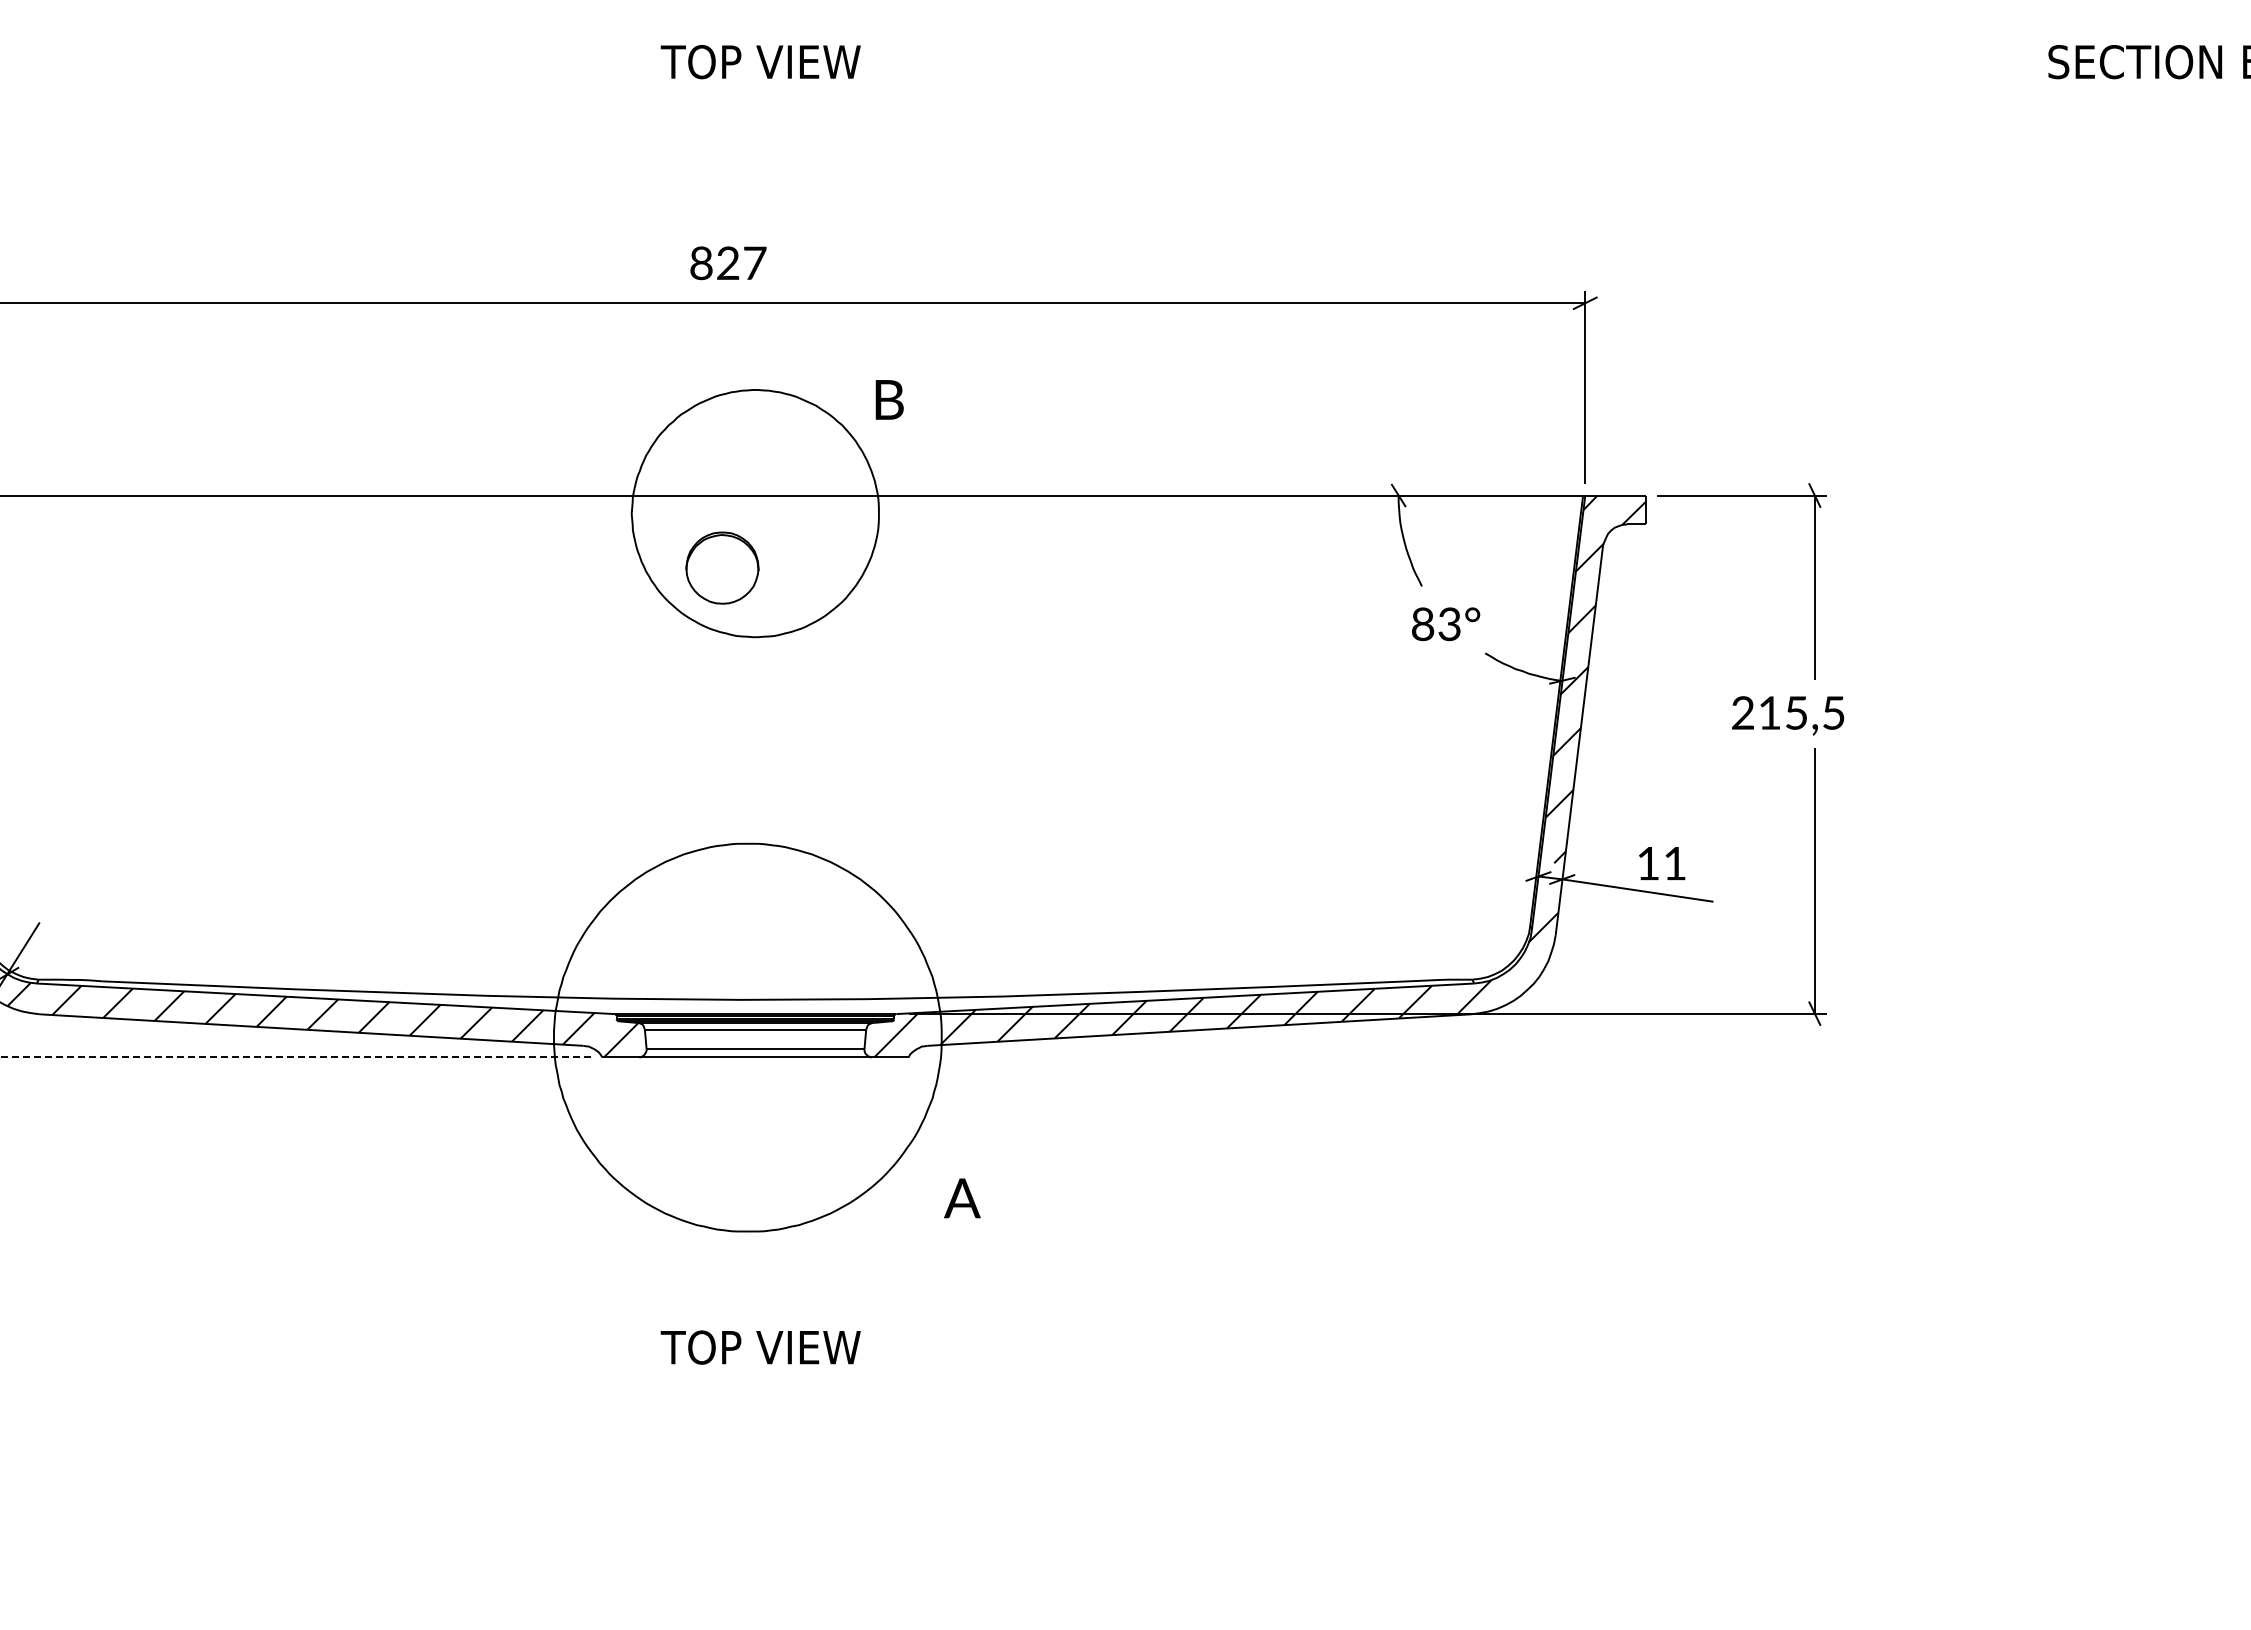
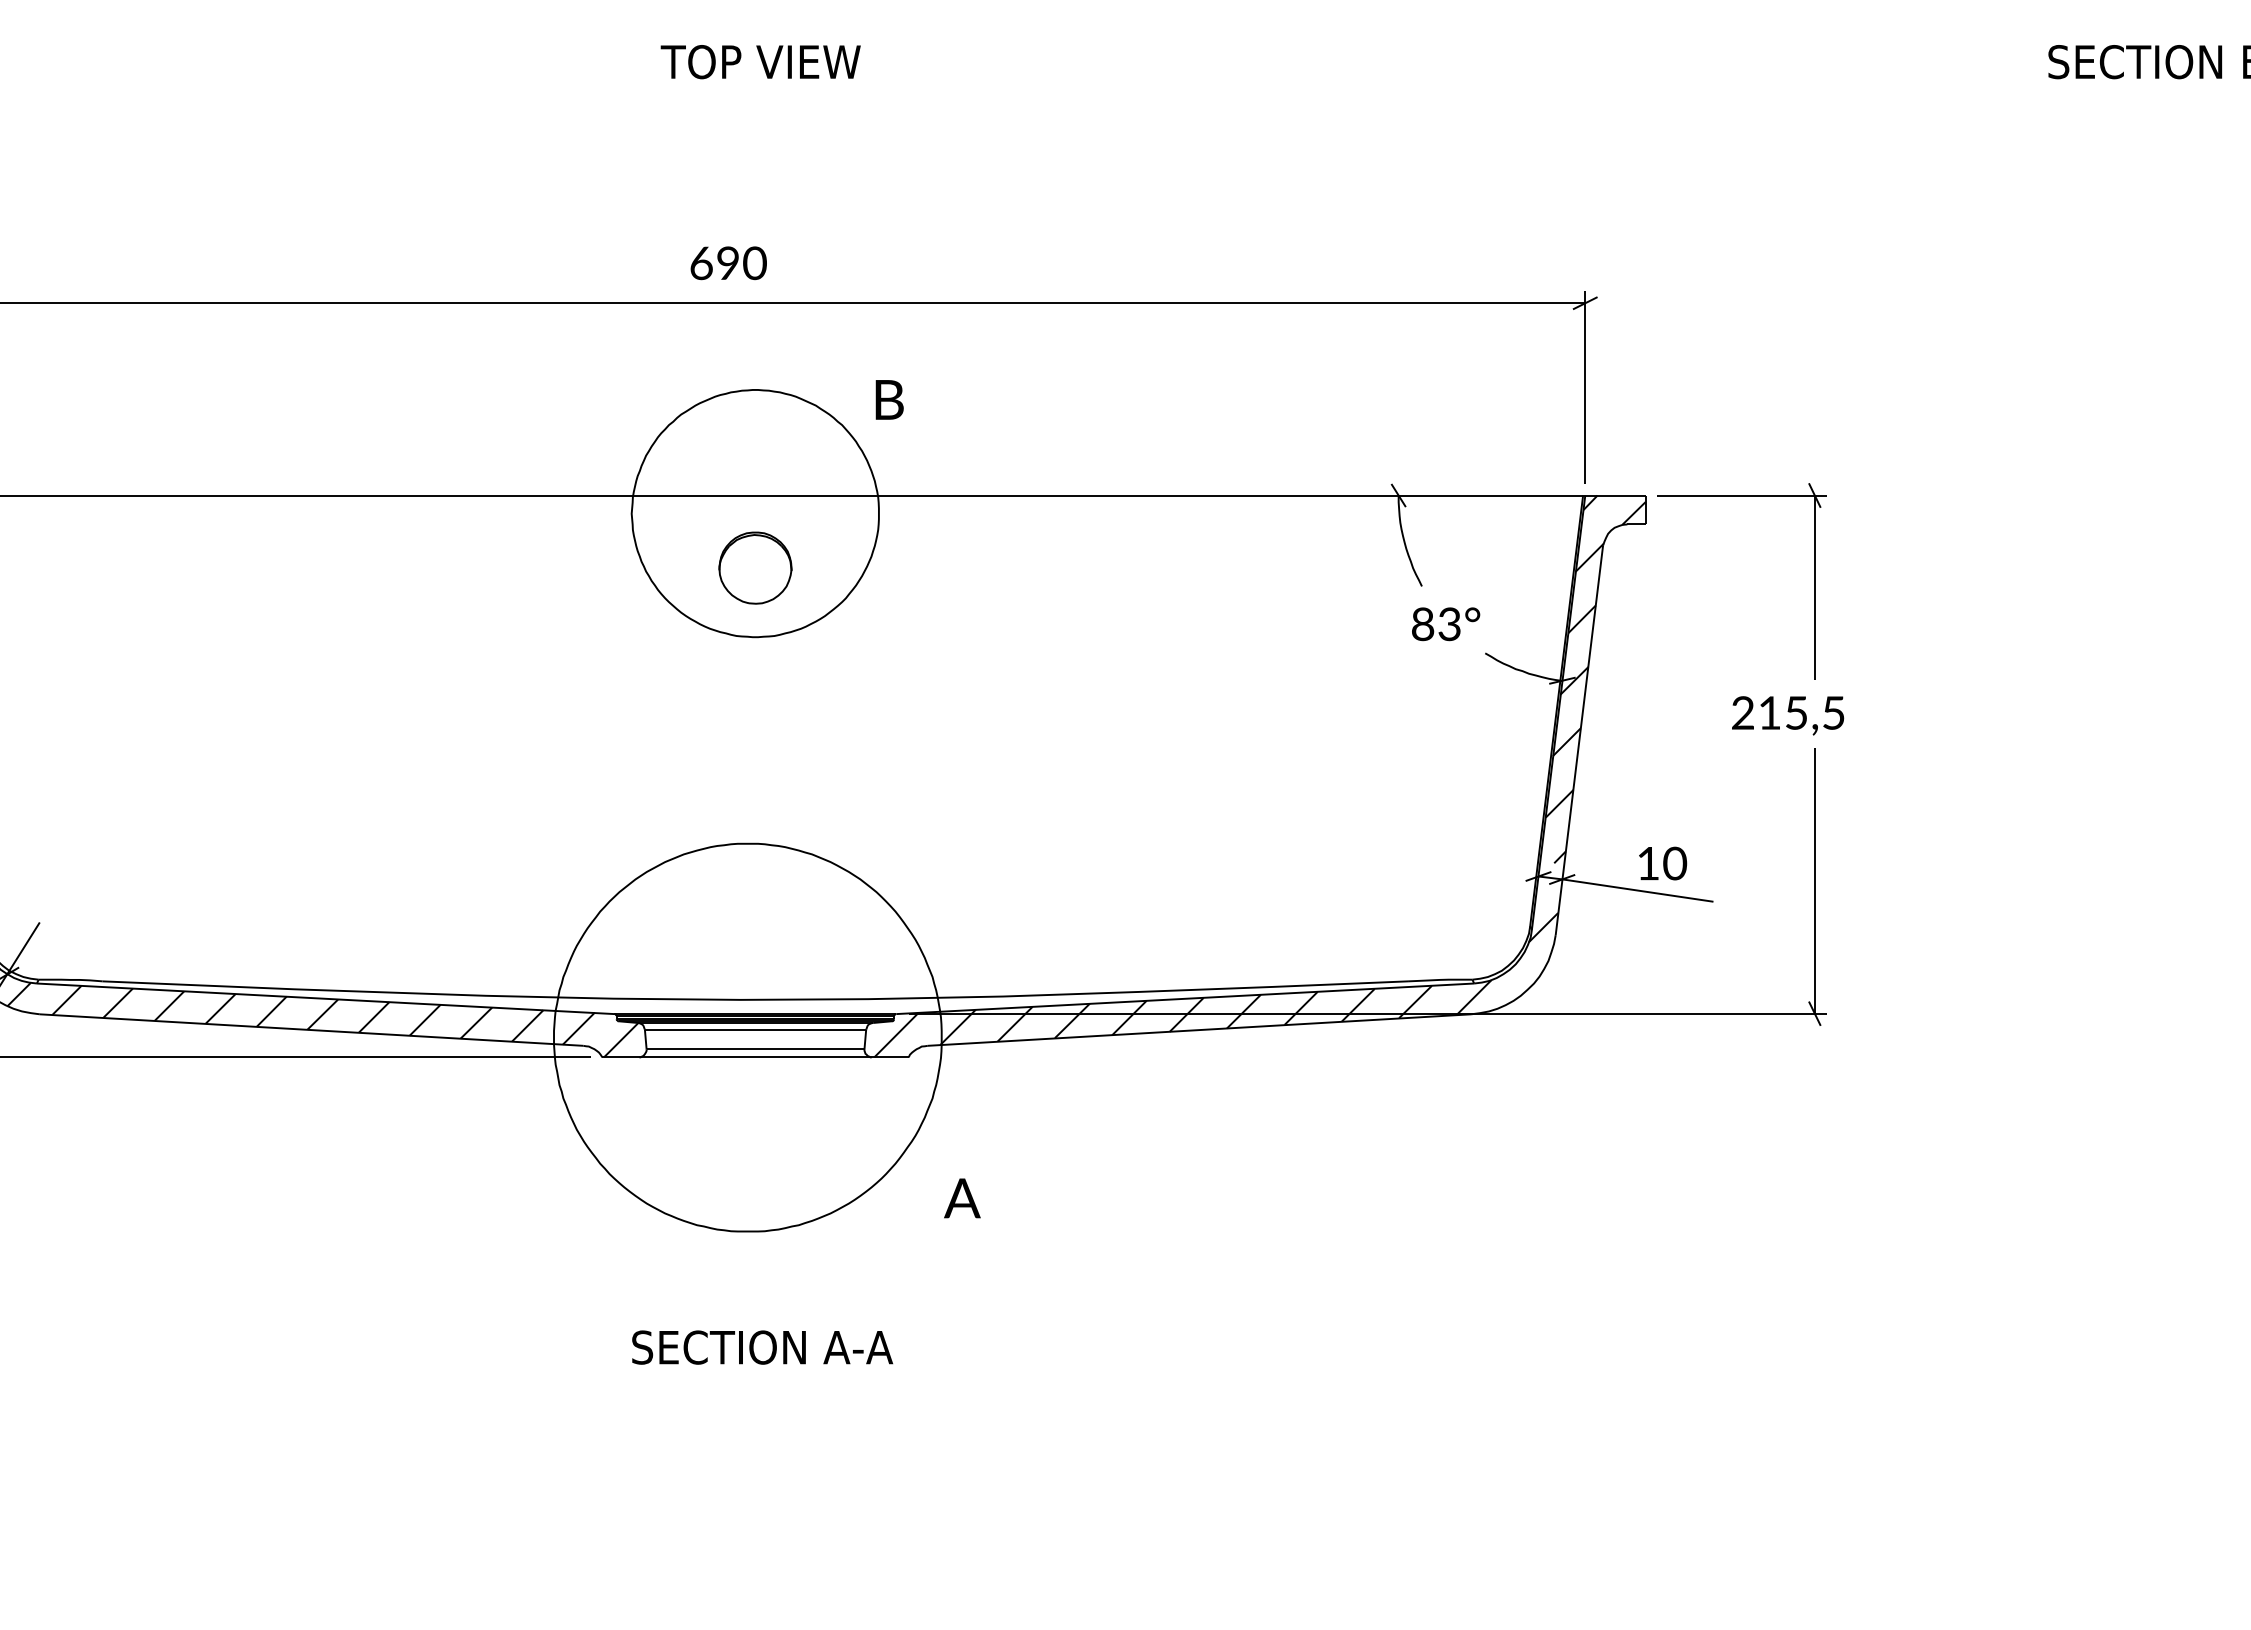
text at (728, 263): 827 -> 690
part at (722, 567) position: (722, 567) -> (755, 567)
text at (1675, 863): 11 -> 10
line at (295, 1057): dashed -> solid
text at (762, 1347): TOP VIEW -> SECTION A-A
